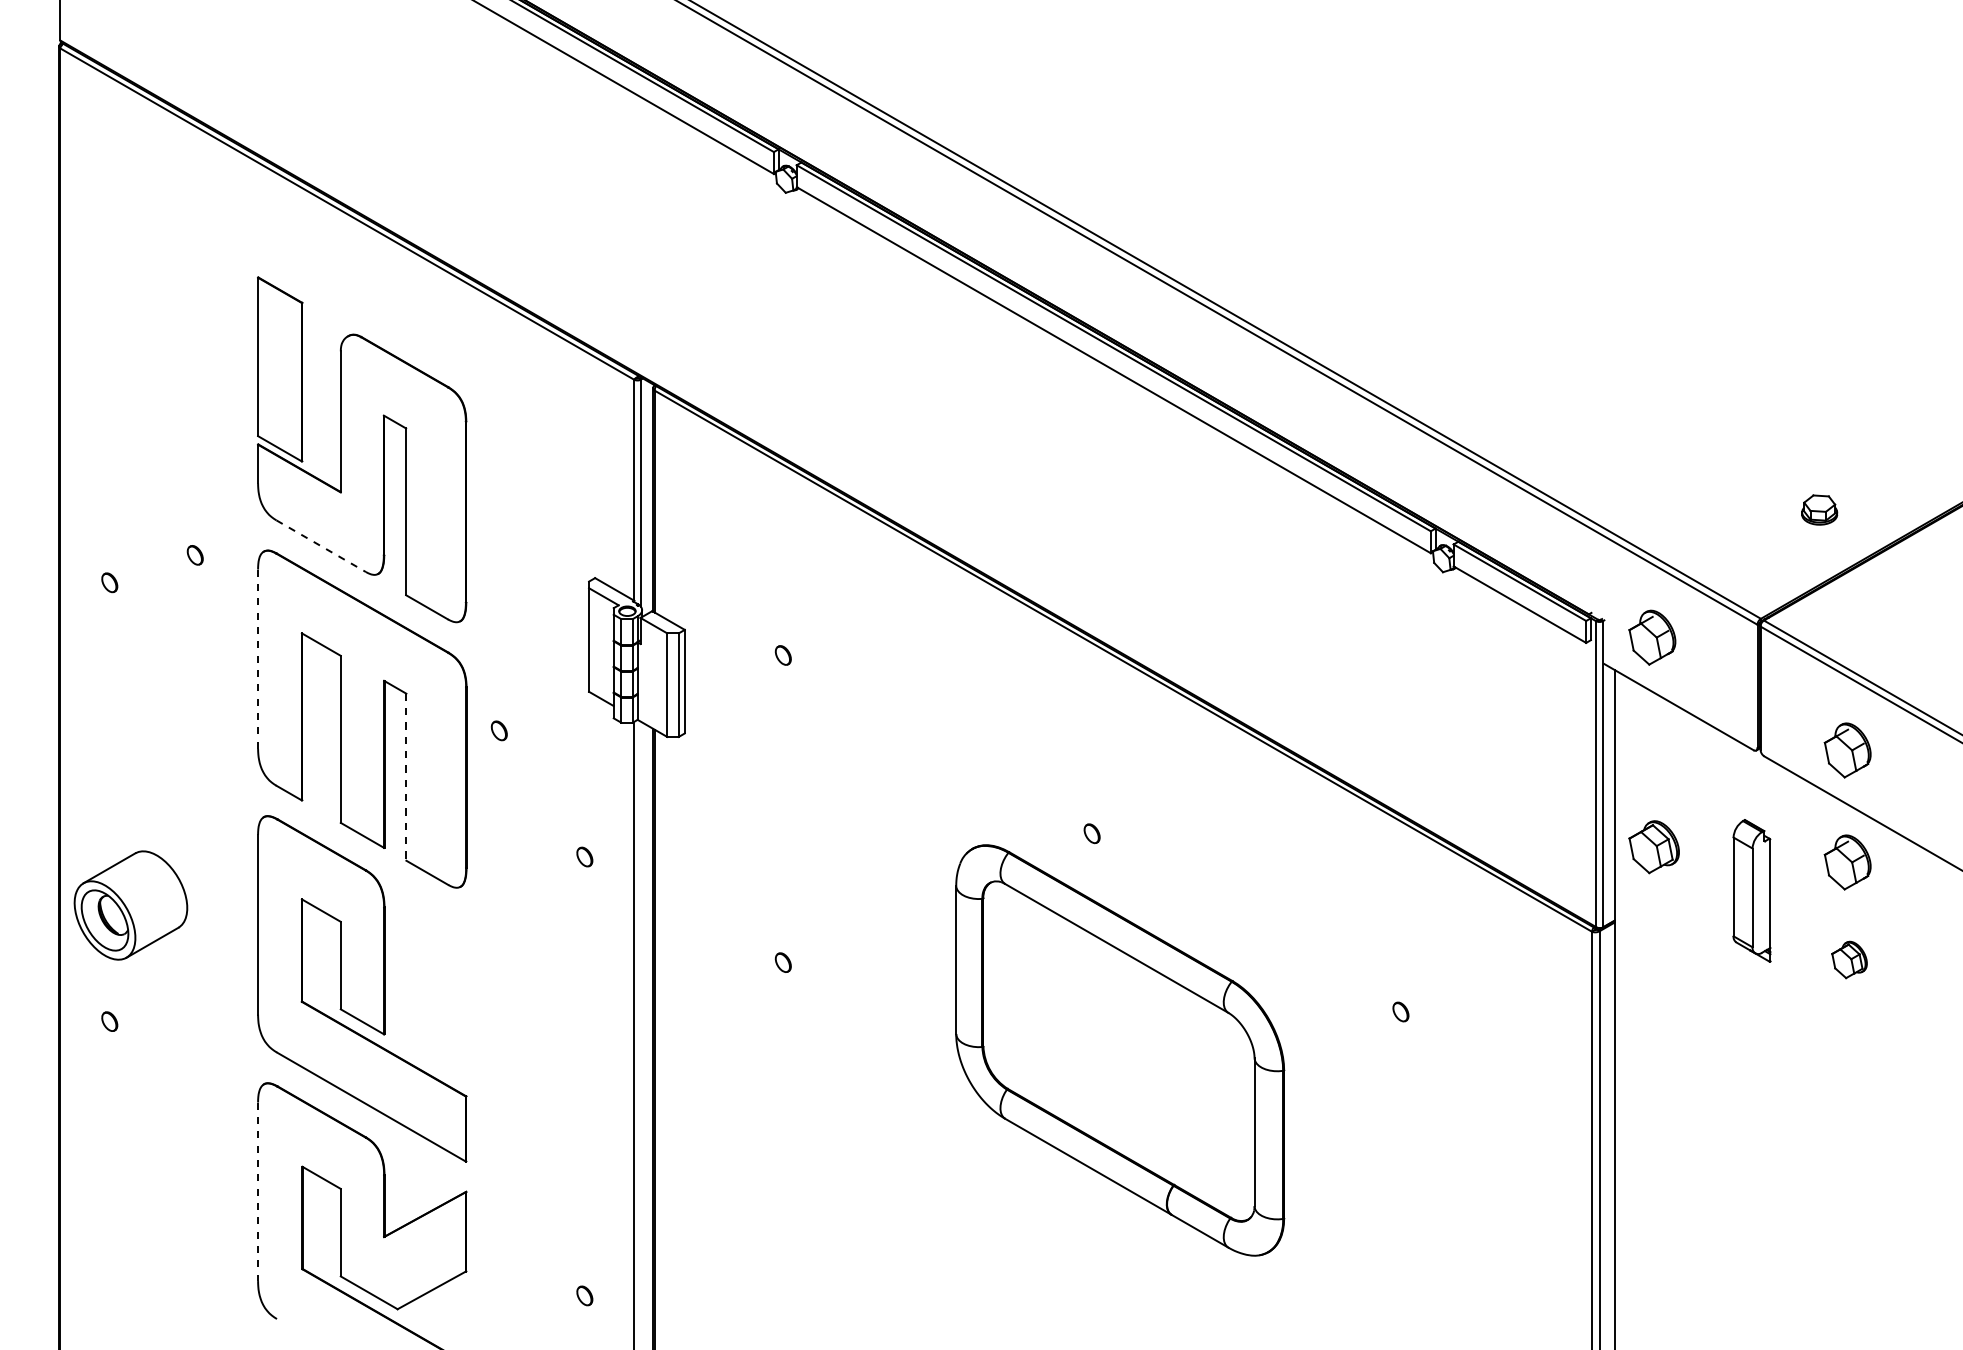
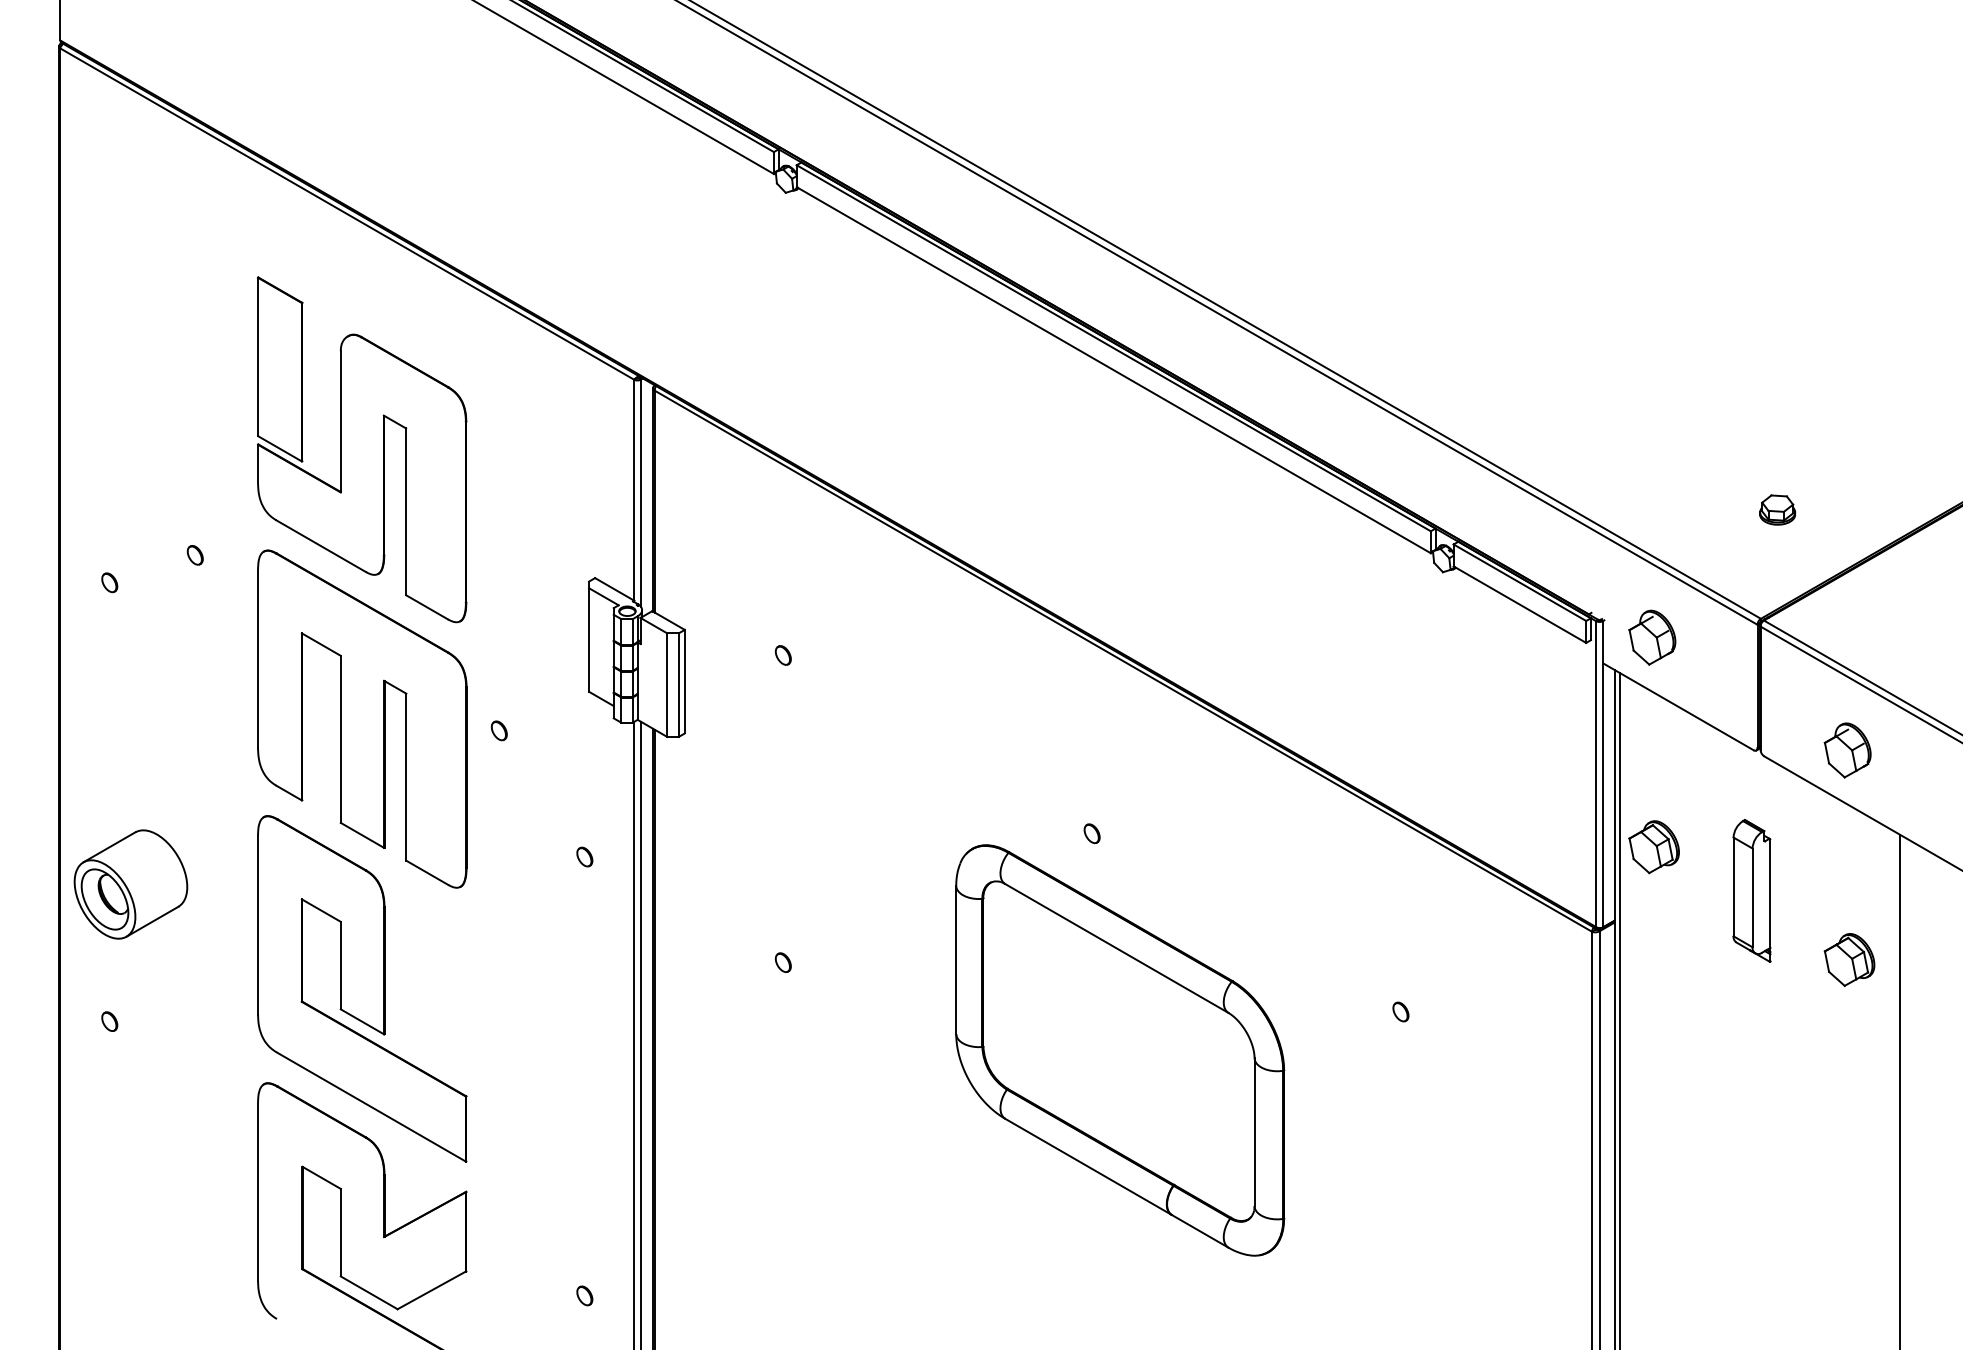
part at (1819, 509) position: (1819, 509) -> (1777, 509)
line at (321, 546): dashed -> solid
line at (258, 659): dashed -> solid
line at (406, 777): dashed -> solid
part at (1847, 862): present -> none
part at (130, 905) position: (130, 905) -> (130, 884)
part at (1849, 959) size: 37x40 px -> 53x54 px
line at (1619, 1009): none -> present
line at (641, 1033): none -> present
line at (1900, 1090): none -> present
line at (258, 1192): dashed -> solid
